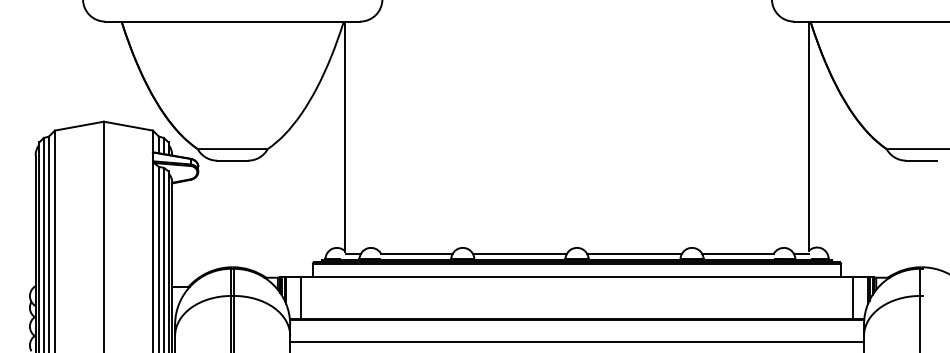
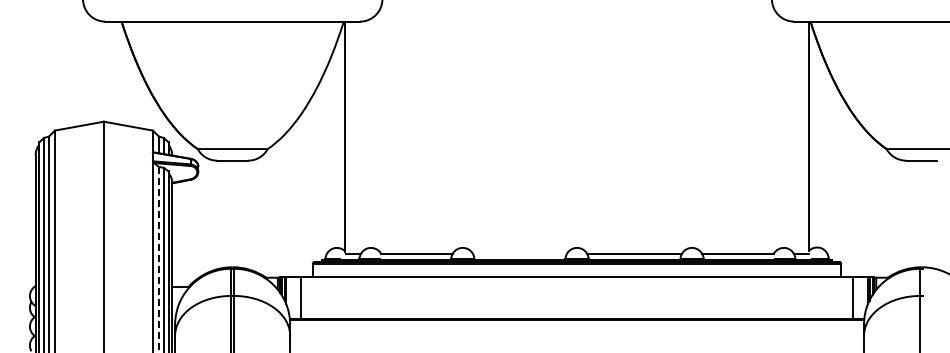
line at (519, 253): present -> none
line at (158, 259): solid -> dashed
line at (577, 341): present -> none
